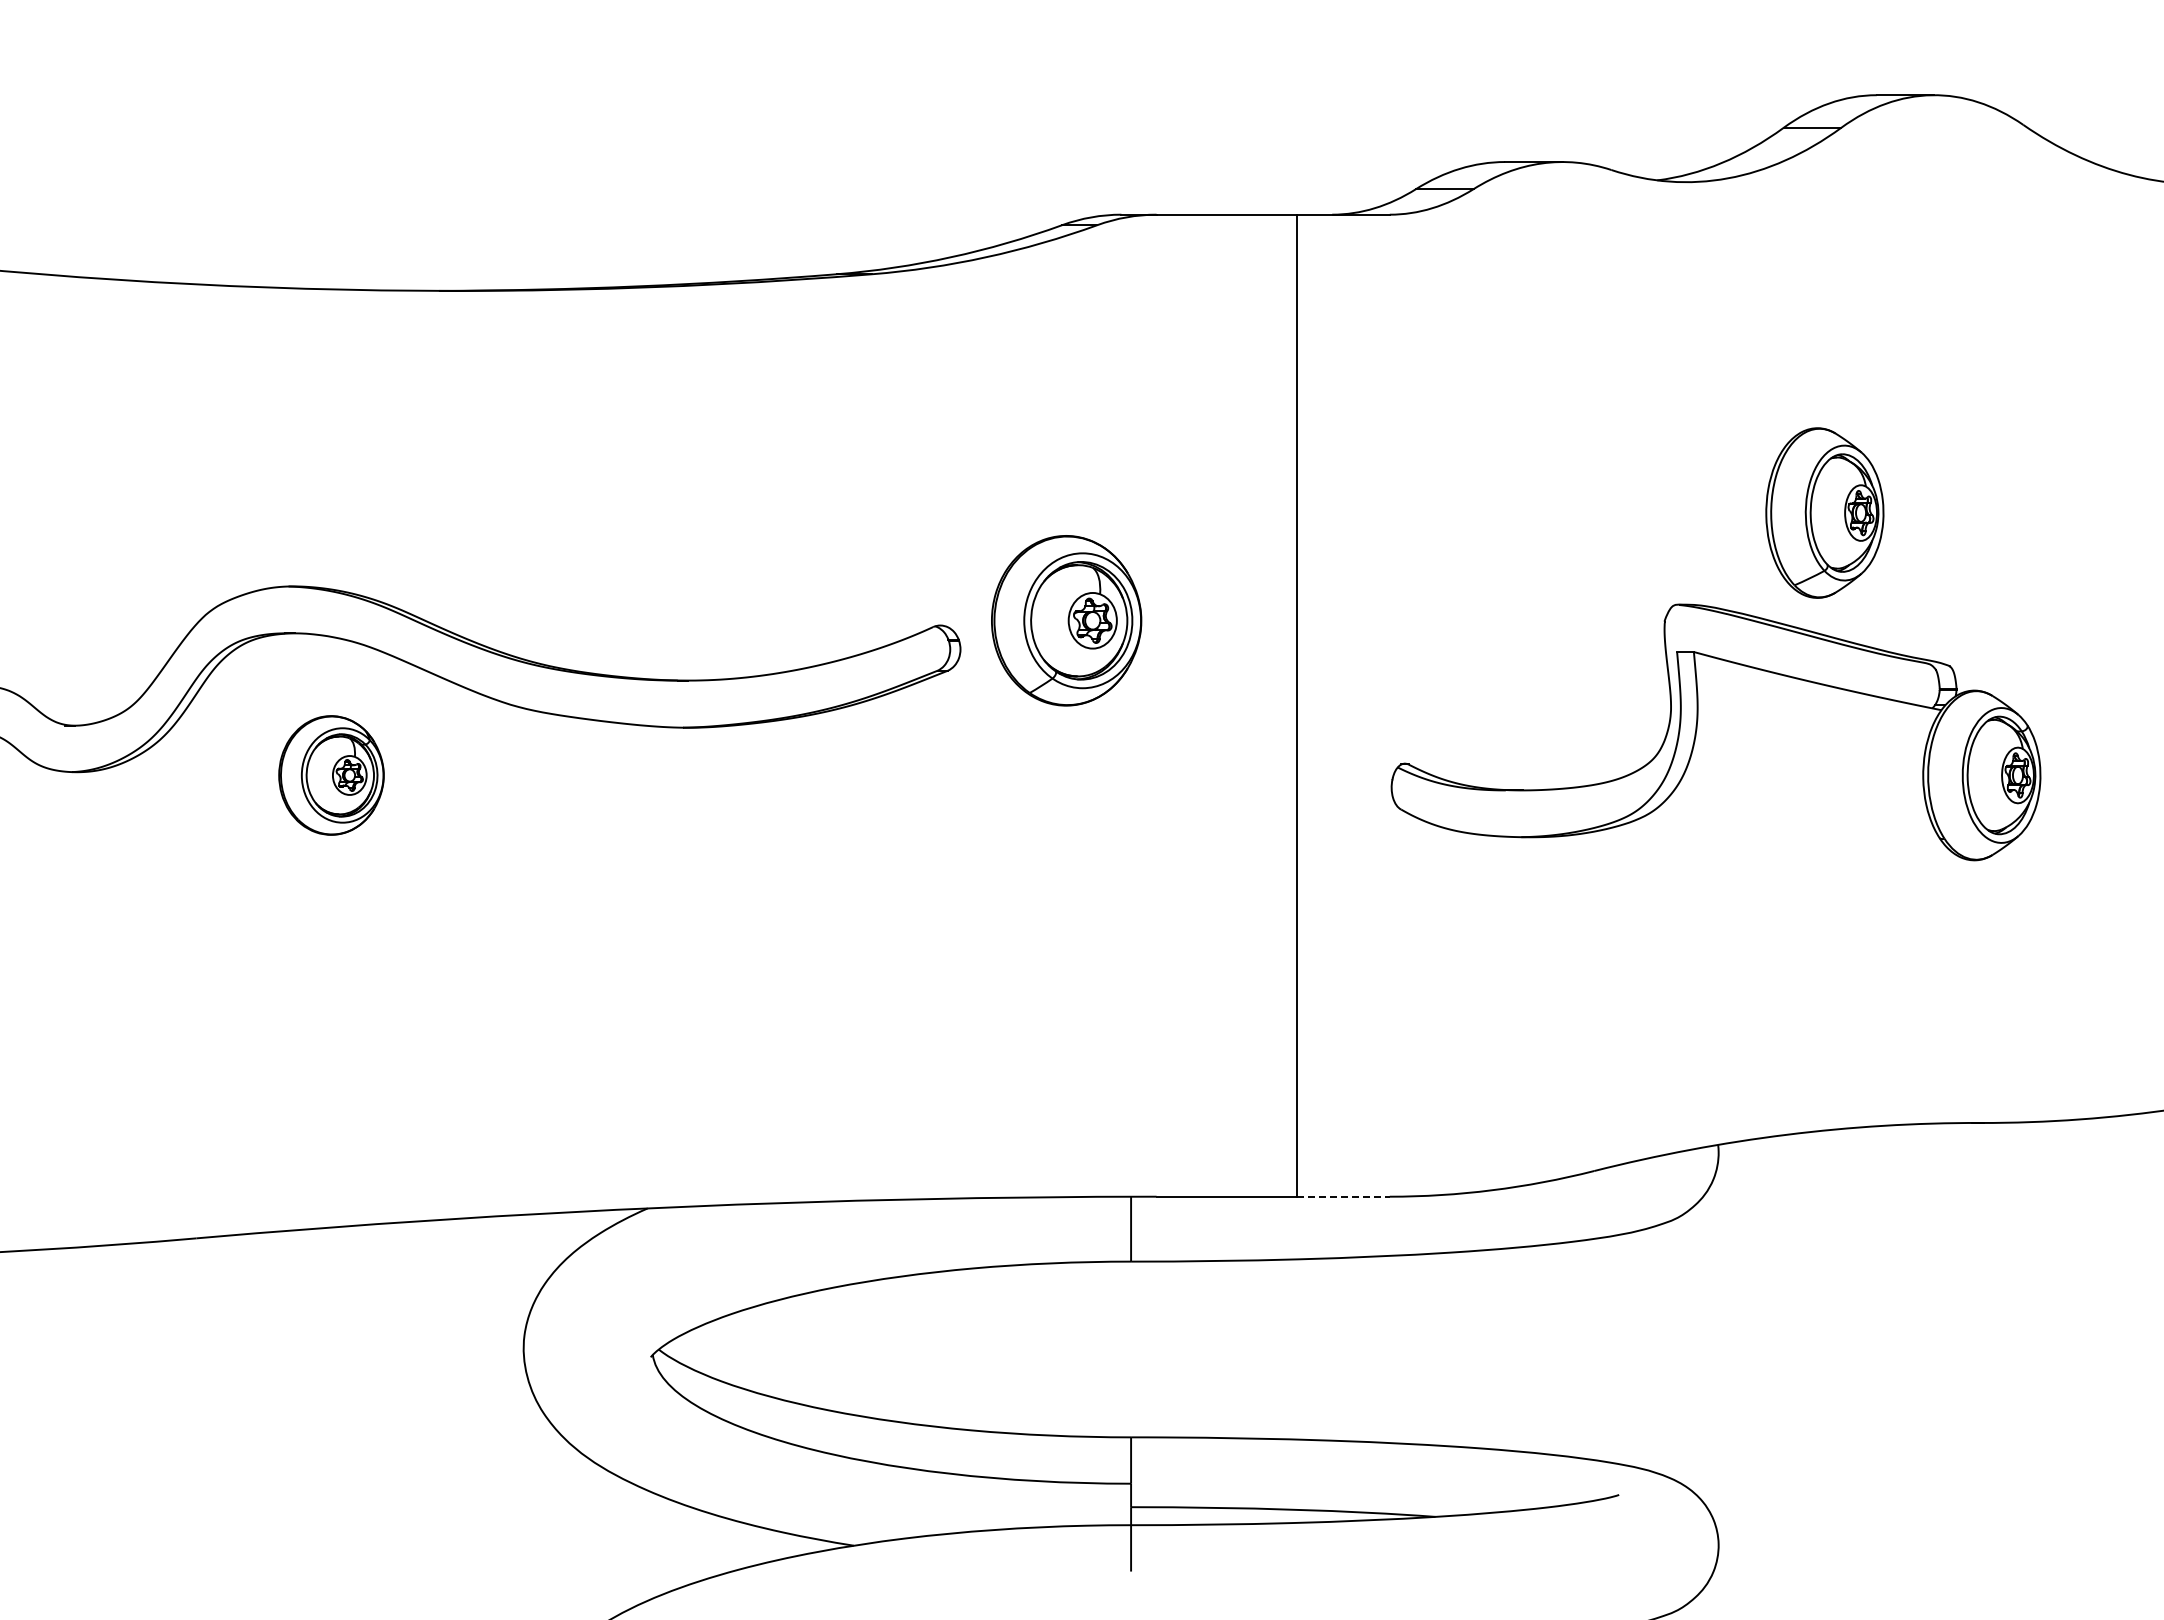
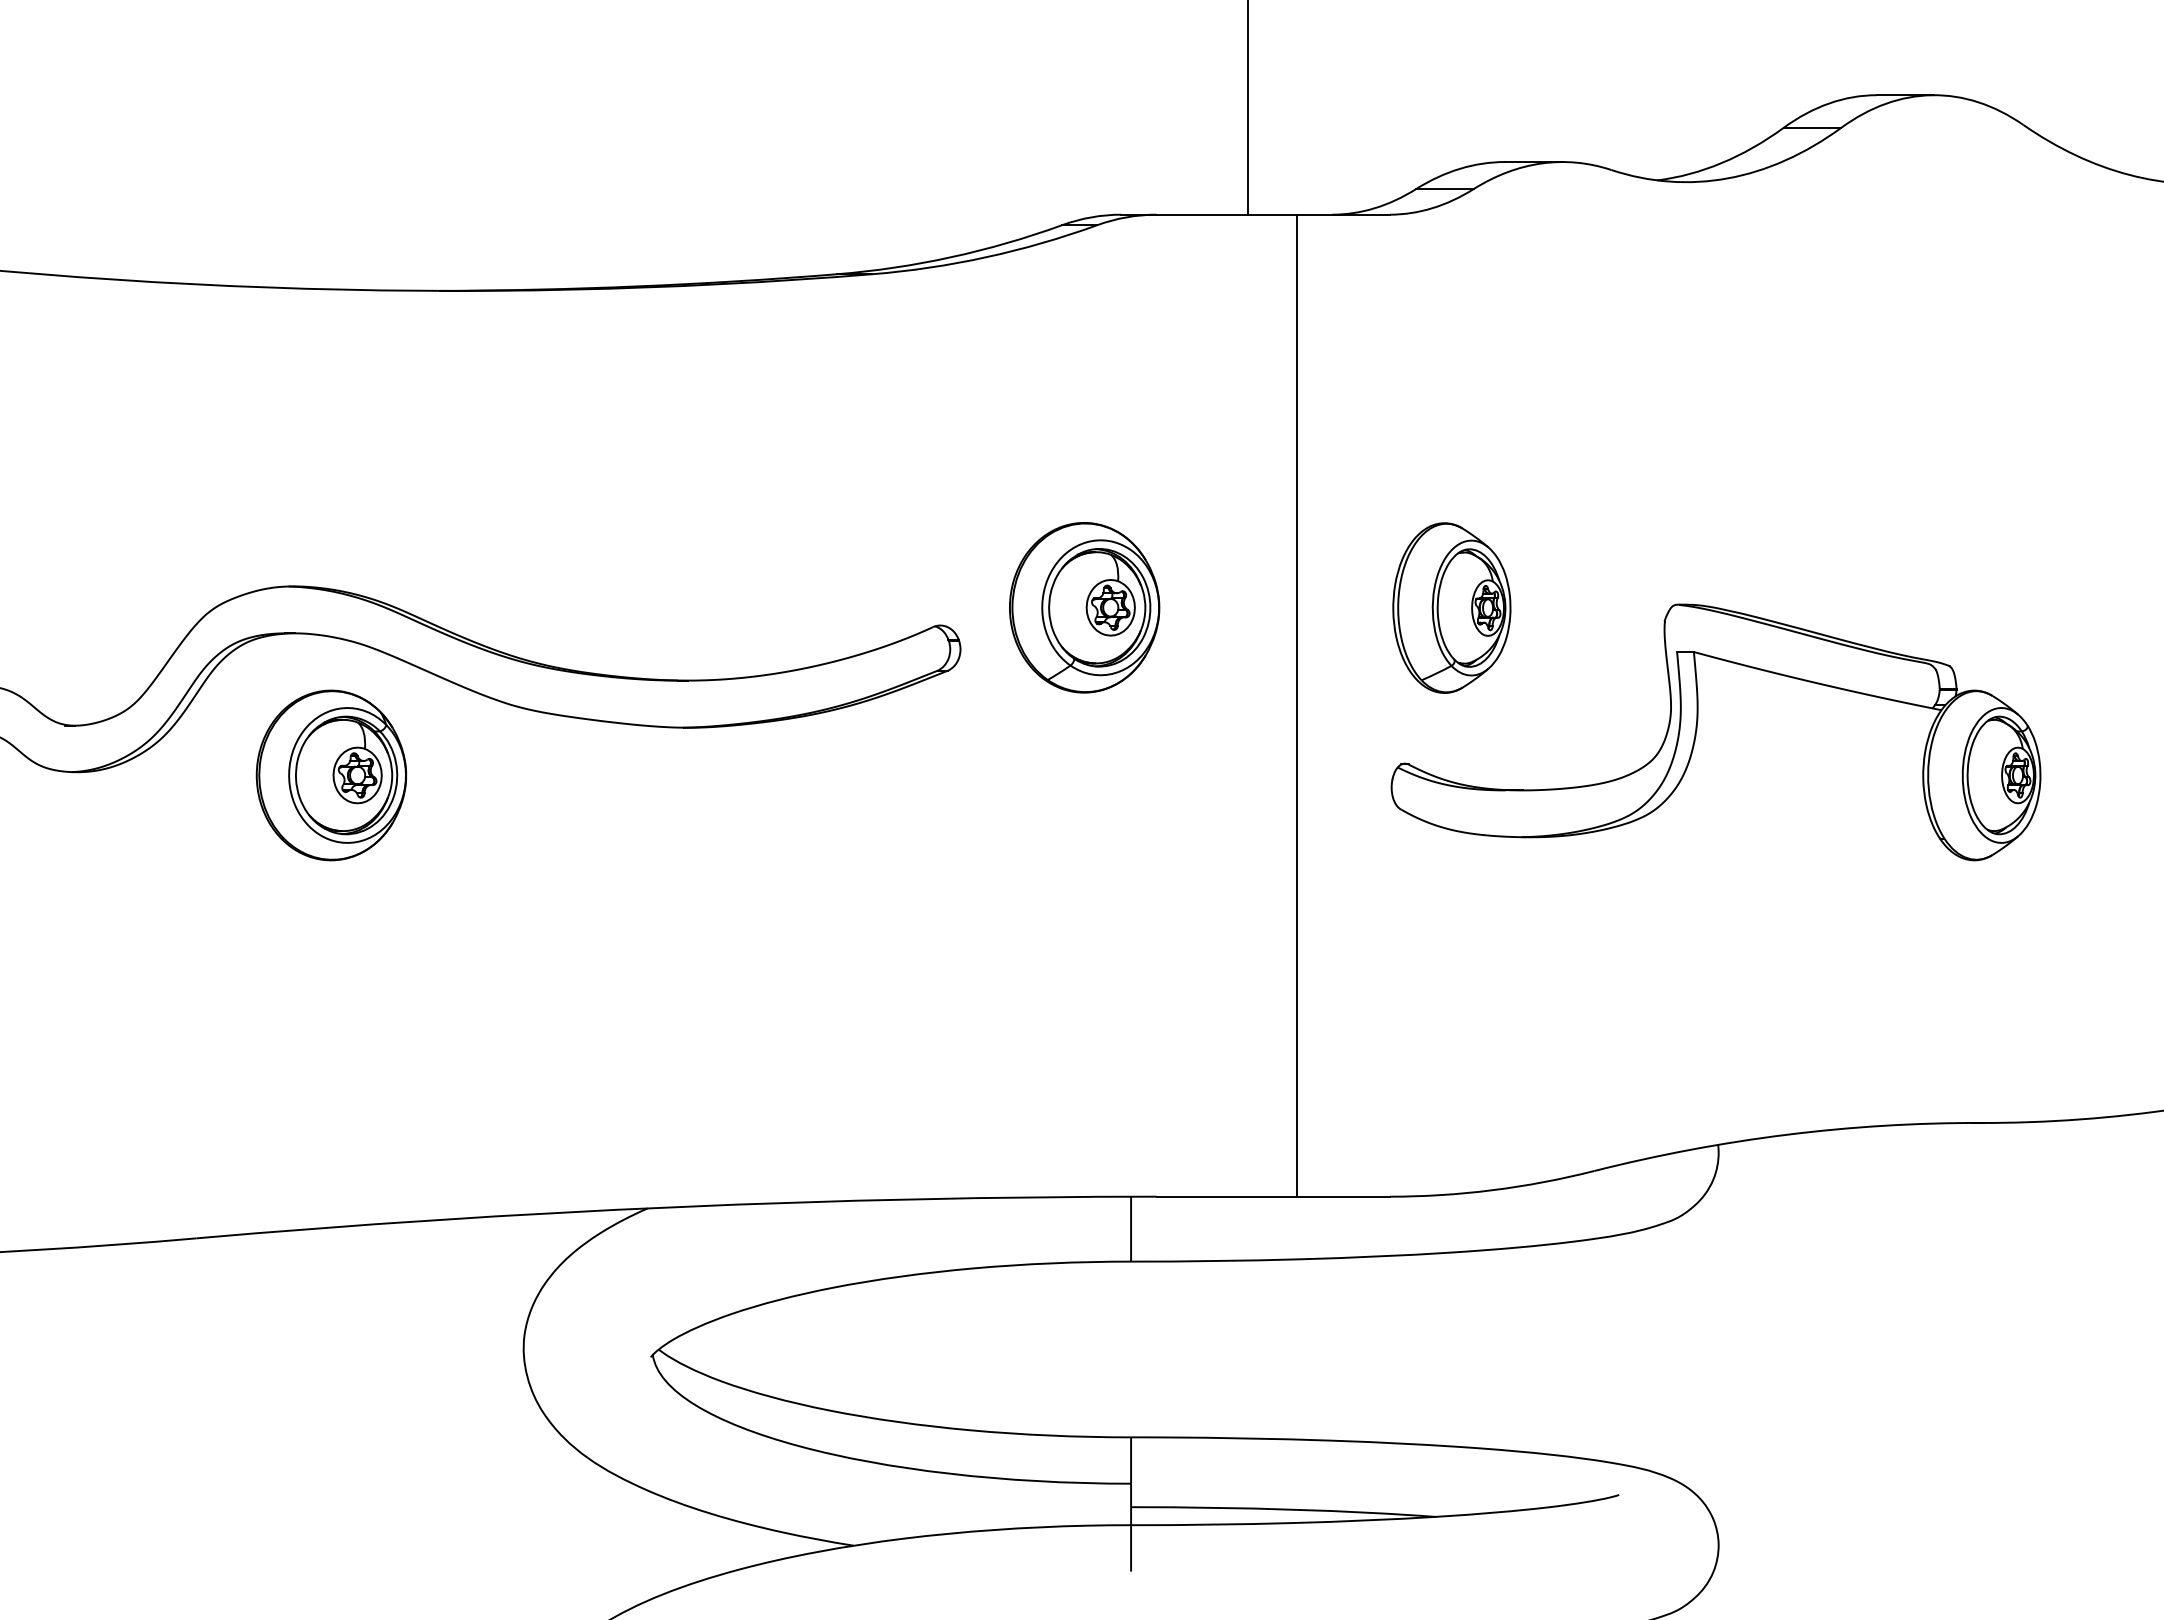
line at (1248, 108): none -> present
part at (1824, 512) position: (1824, 512) -> (1451, 607)
part at (1066, 620) position: (1066, 620) -> (1084, 607)
part at (331, 775) size: 107x121 px -> 153x173 px
line at (1343, 1196): dashed -> solid
